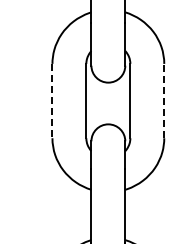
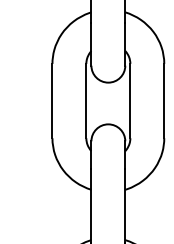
line at (164, 100): dashed -> solid
line at (52, 101): dashed -> solid
